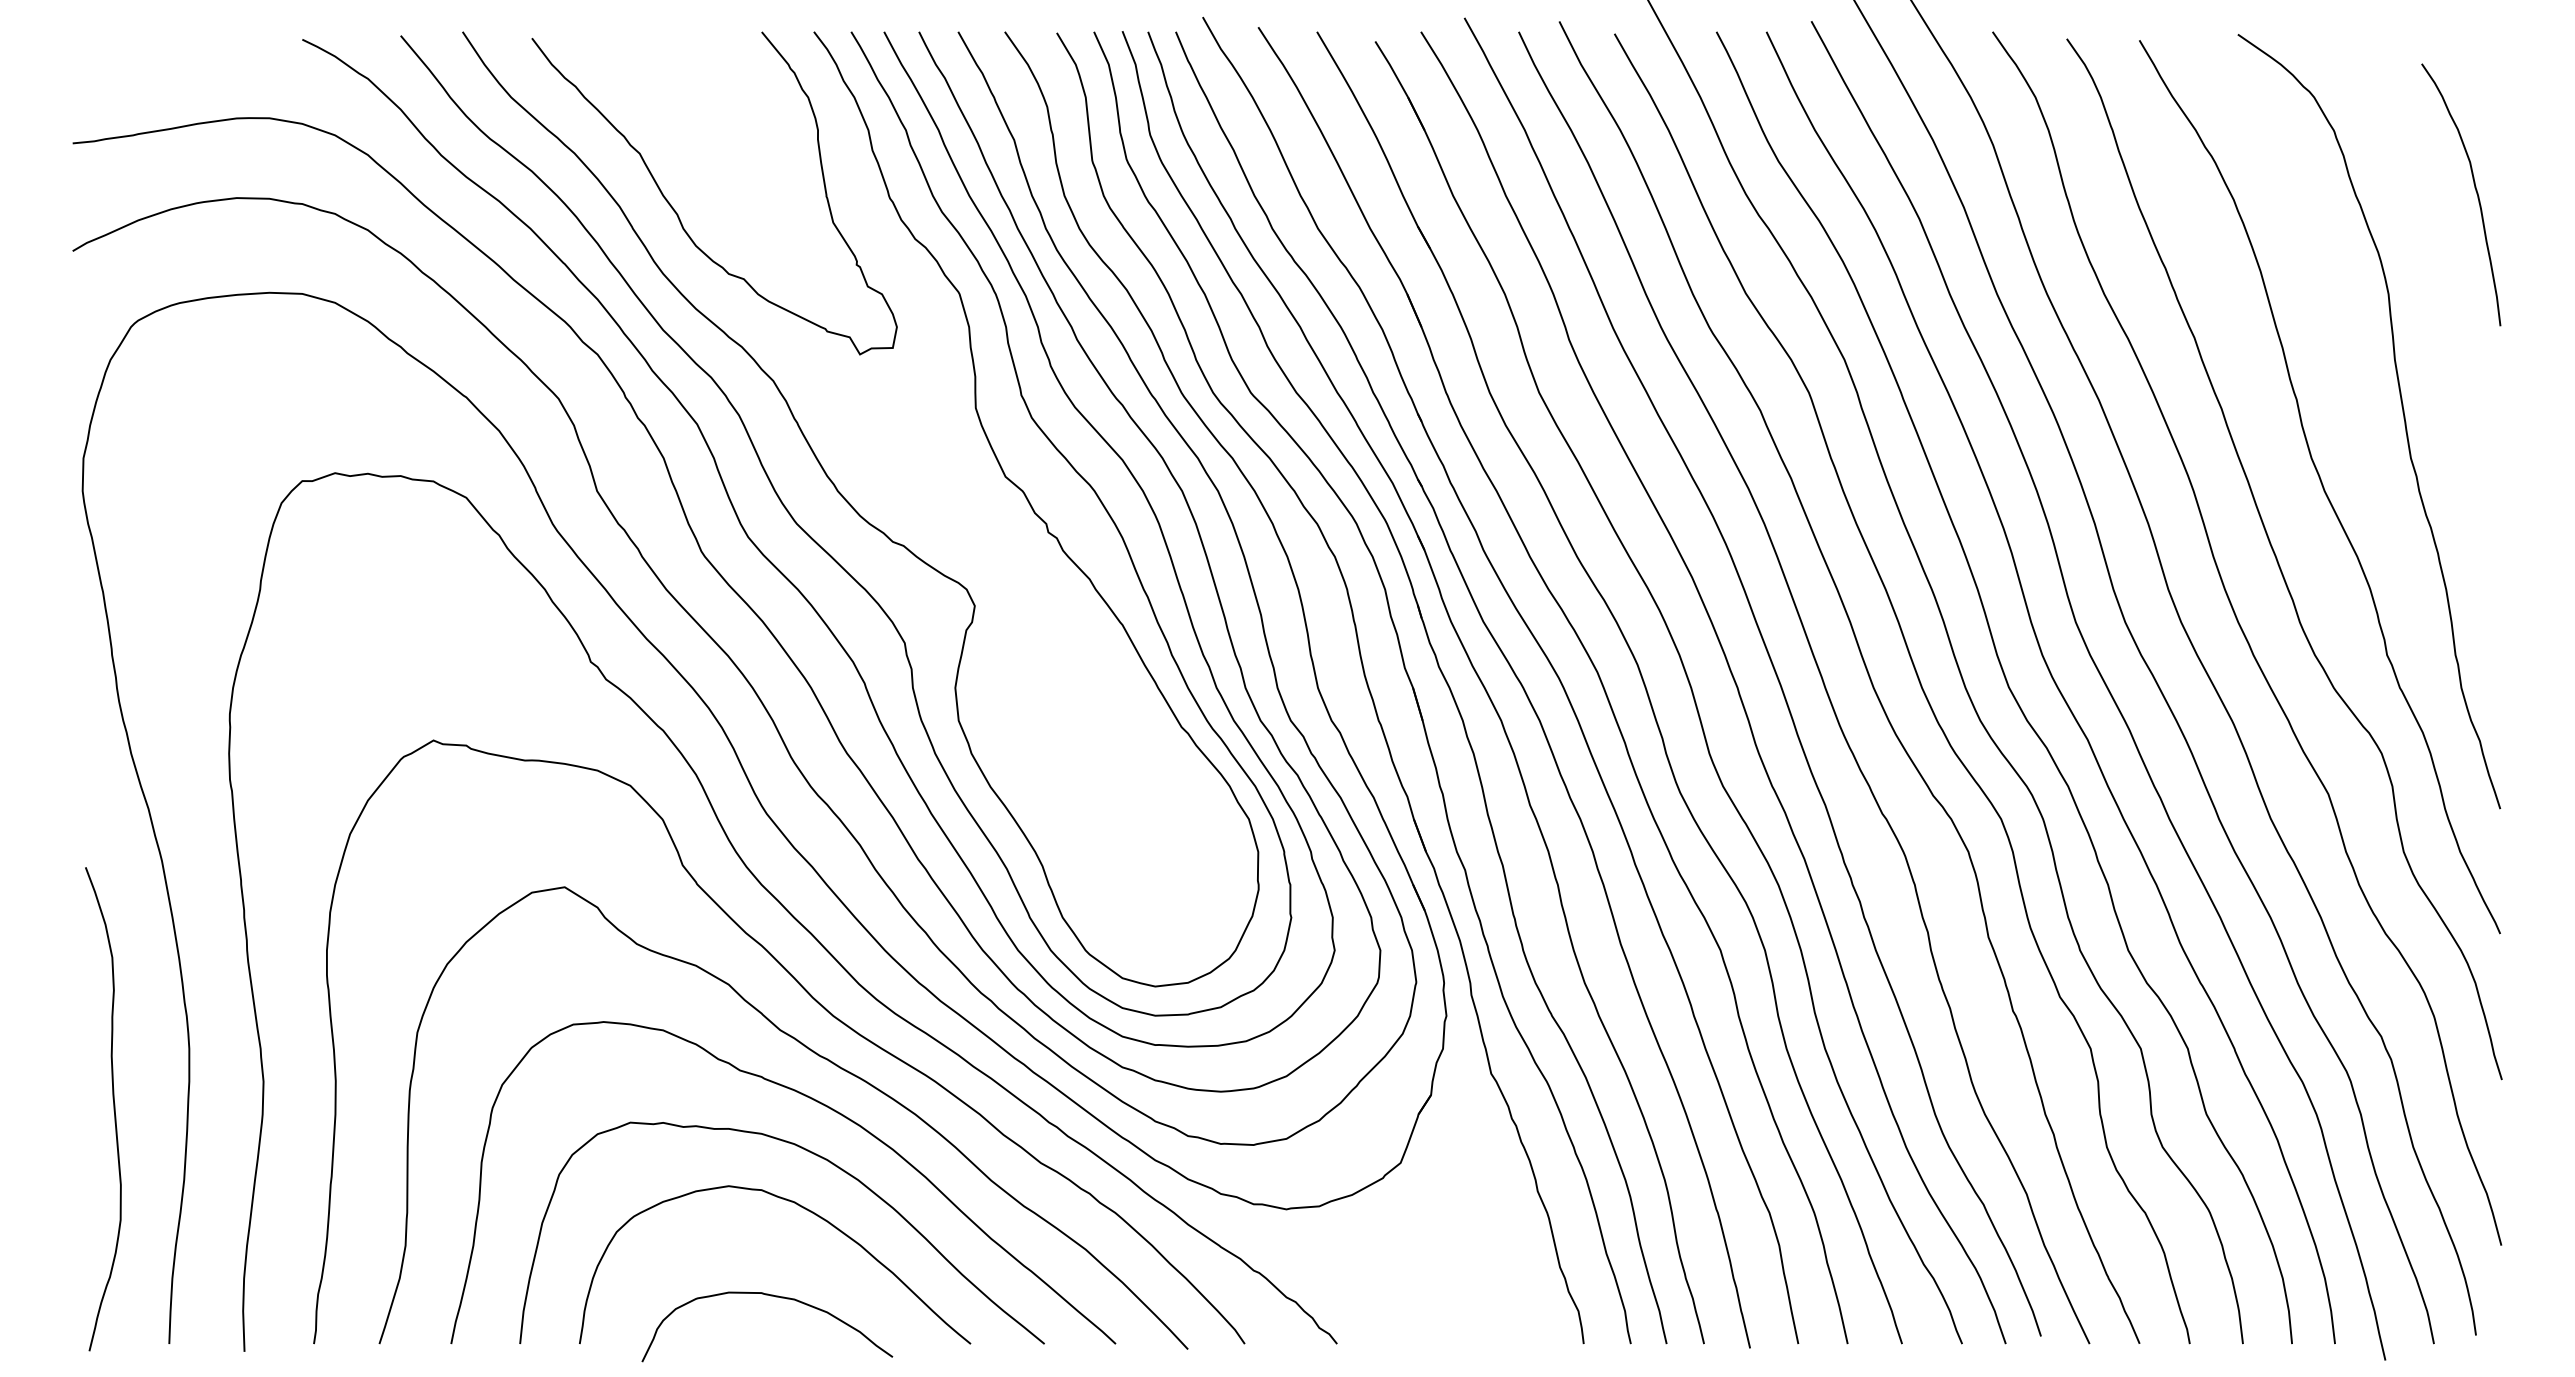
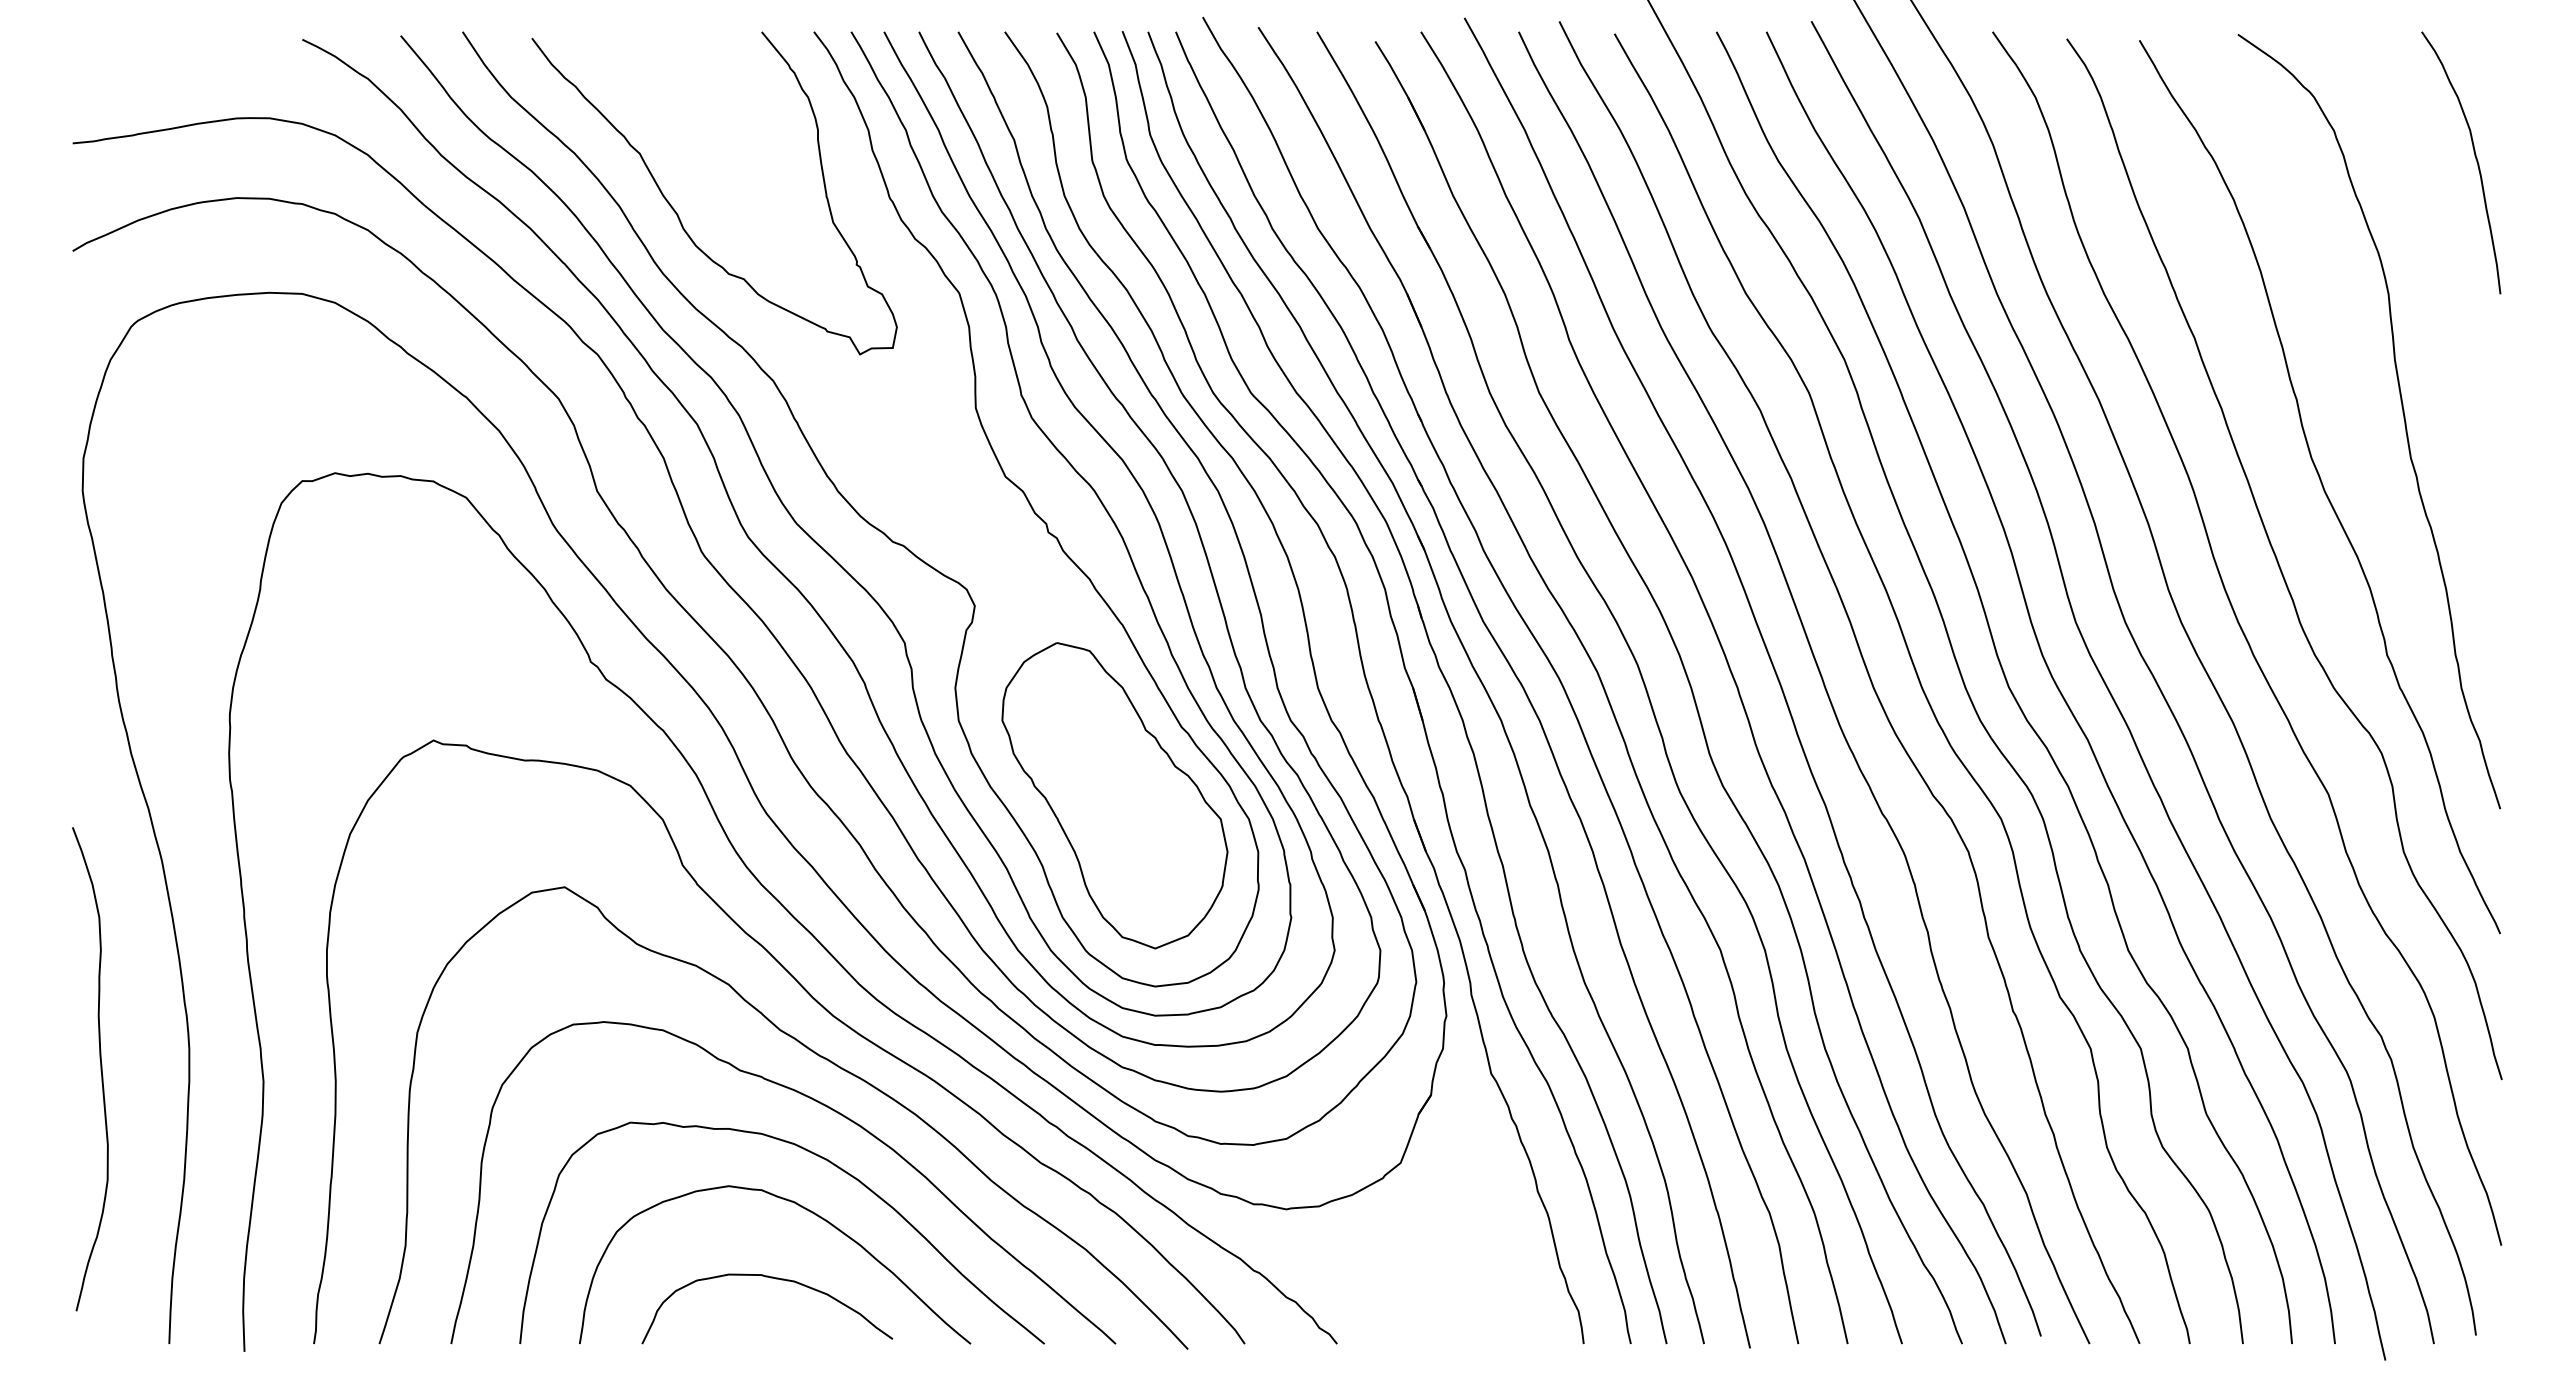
curve at (2474, 188) position: (2474, 188) -> (2474, 156)
part at (1114, 795): none -> present
curve at (113, 1109) position: (113, 1109) -> (100, 1069)
curve at (775, 1297) position: (775, 1297) -> (775, 1279)
